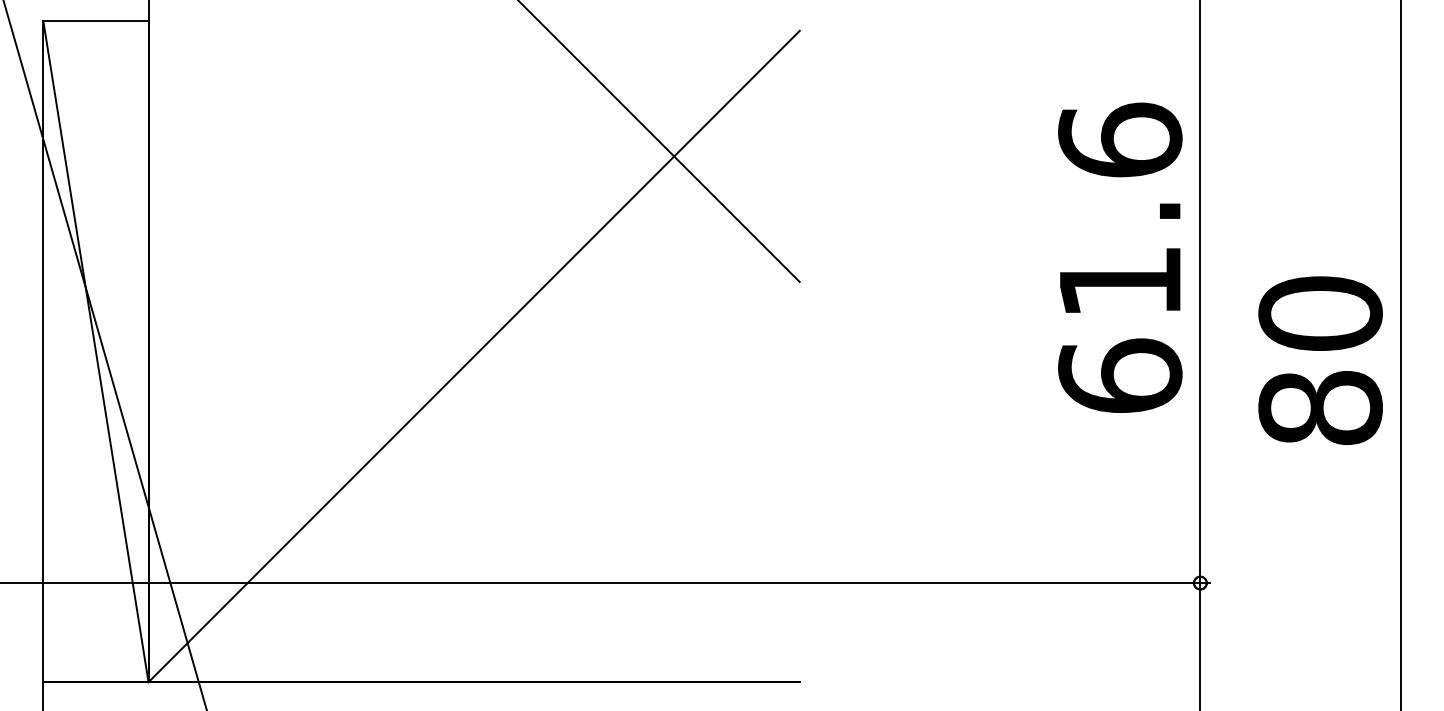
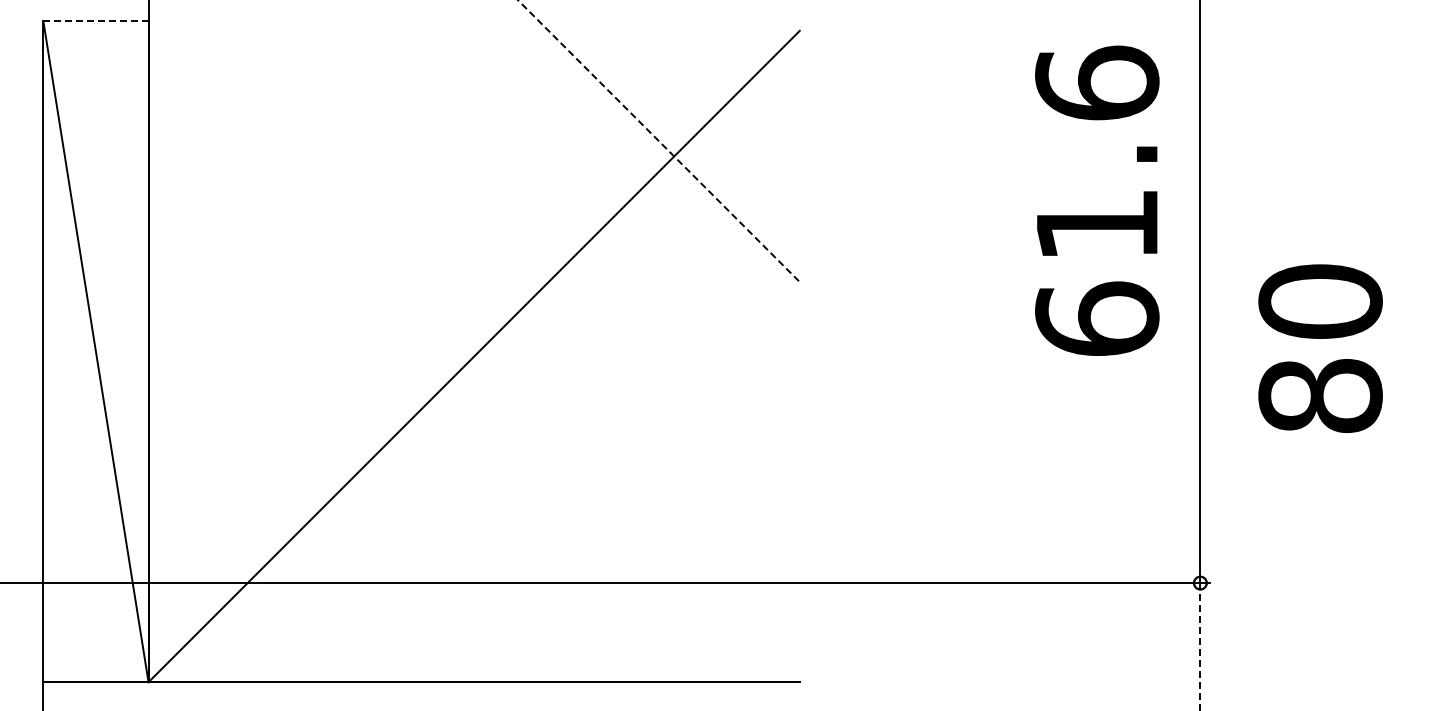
line at (95, 21): solid -> dashed
line at (659, 141): solid -> dashed
text at (1120, 257) position: (1120, 257) -> (1097, 200)
line at (104, 354): present -> none
line at (1400, 354): present -> none
text at (1320, 360) position: (1320, 360) -> (1320, 348)
line at (1200, 646): solid -> dashed
